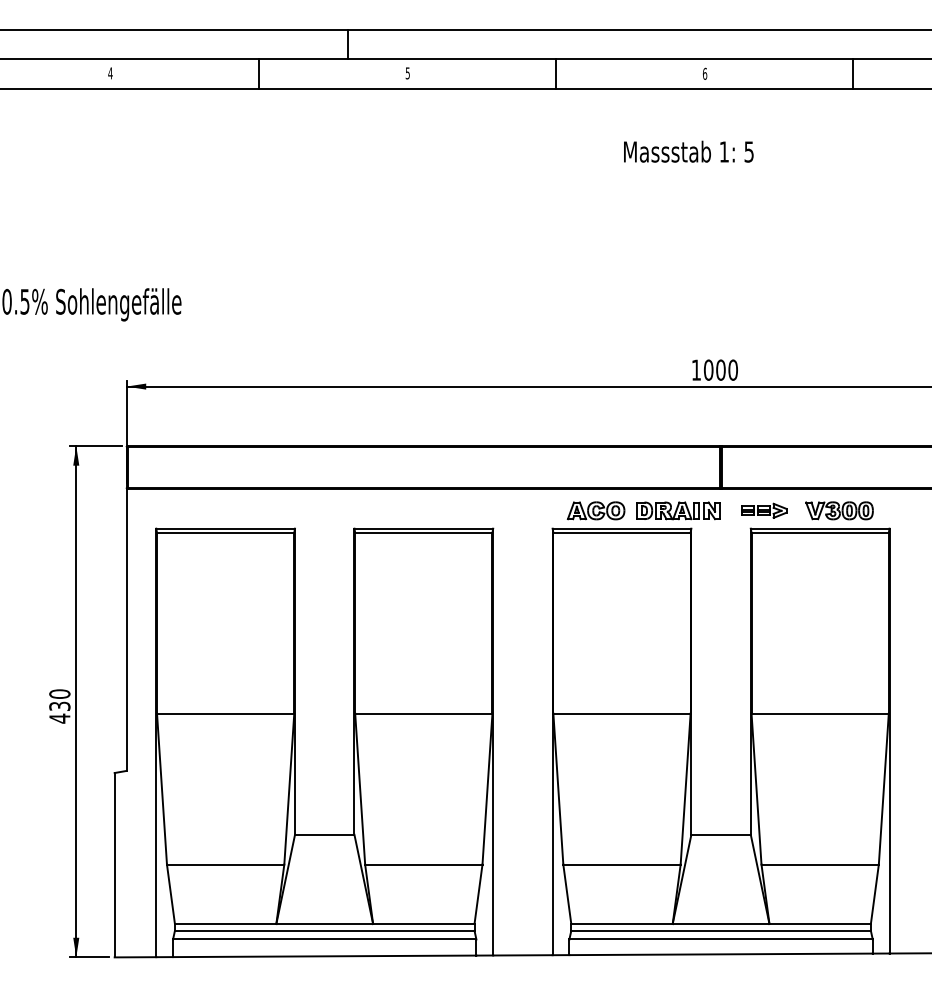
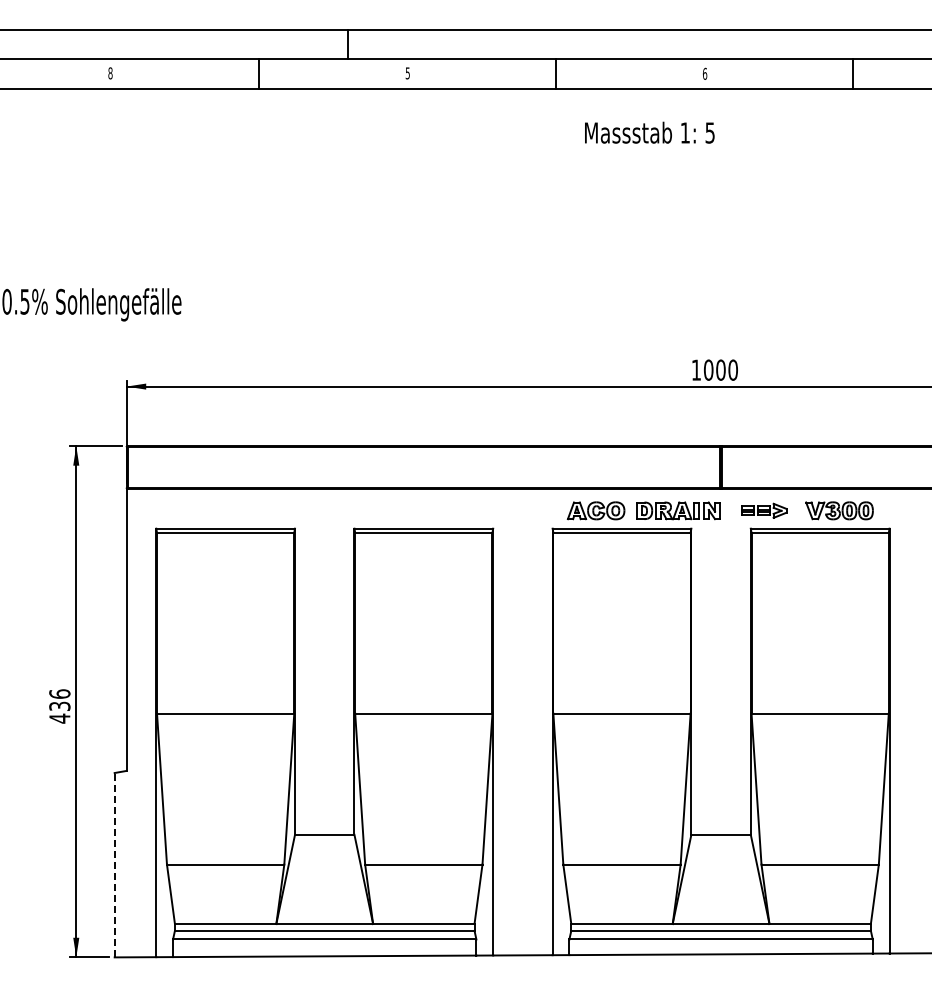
text at (110, 73): 4 -> 8
text at (688, 151) position: (688, 151) -> (649, 132)
text at (59, 693): 430 -> 436
line at (114, 864): solid -> dashed
